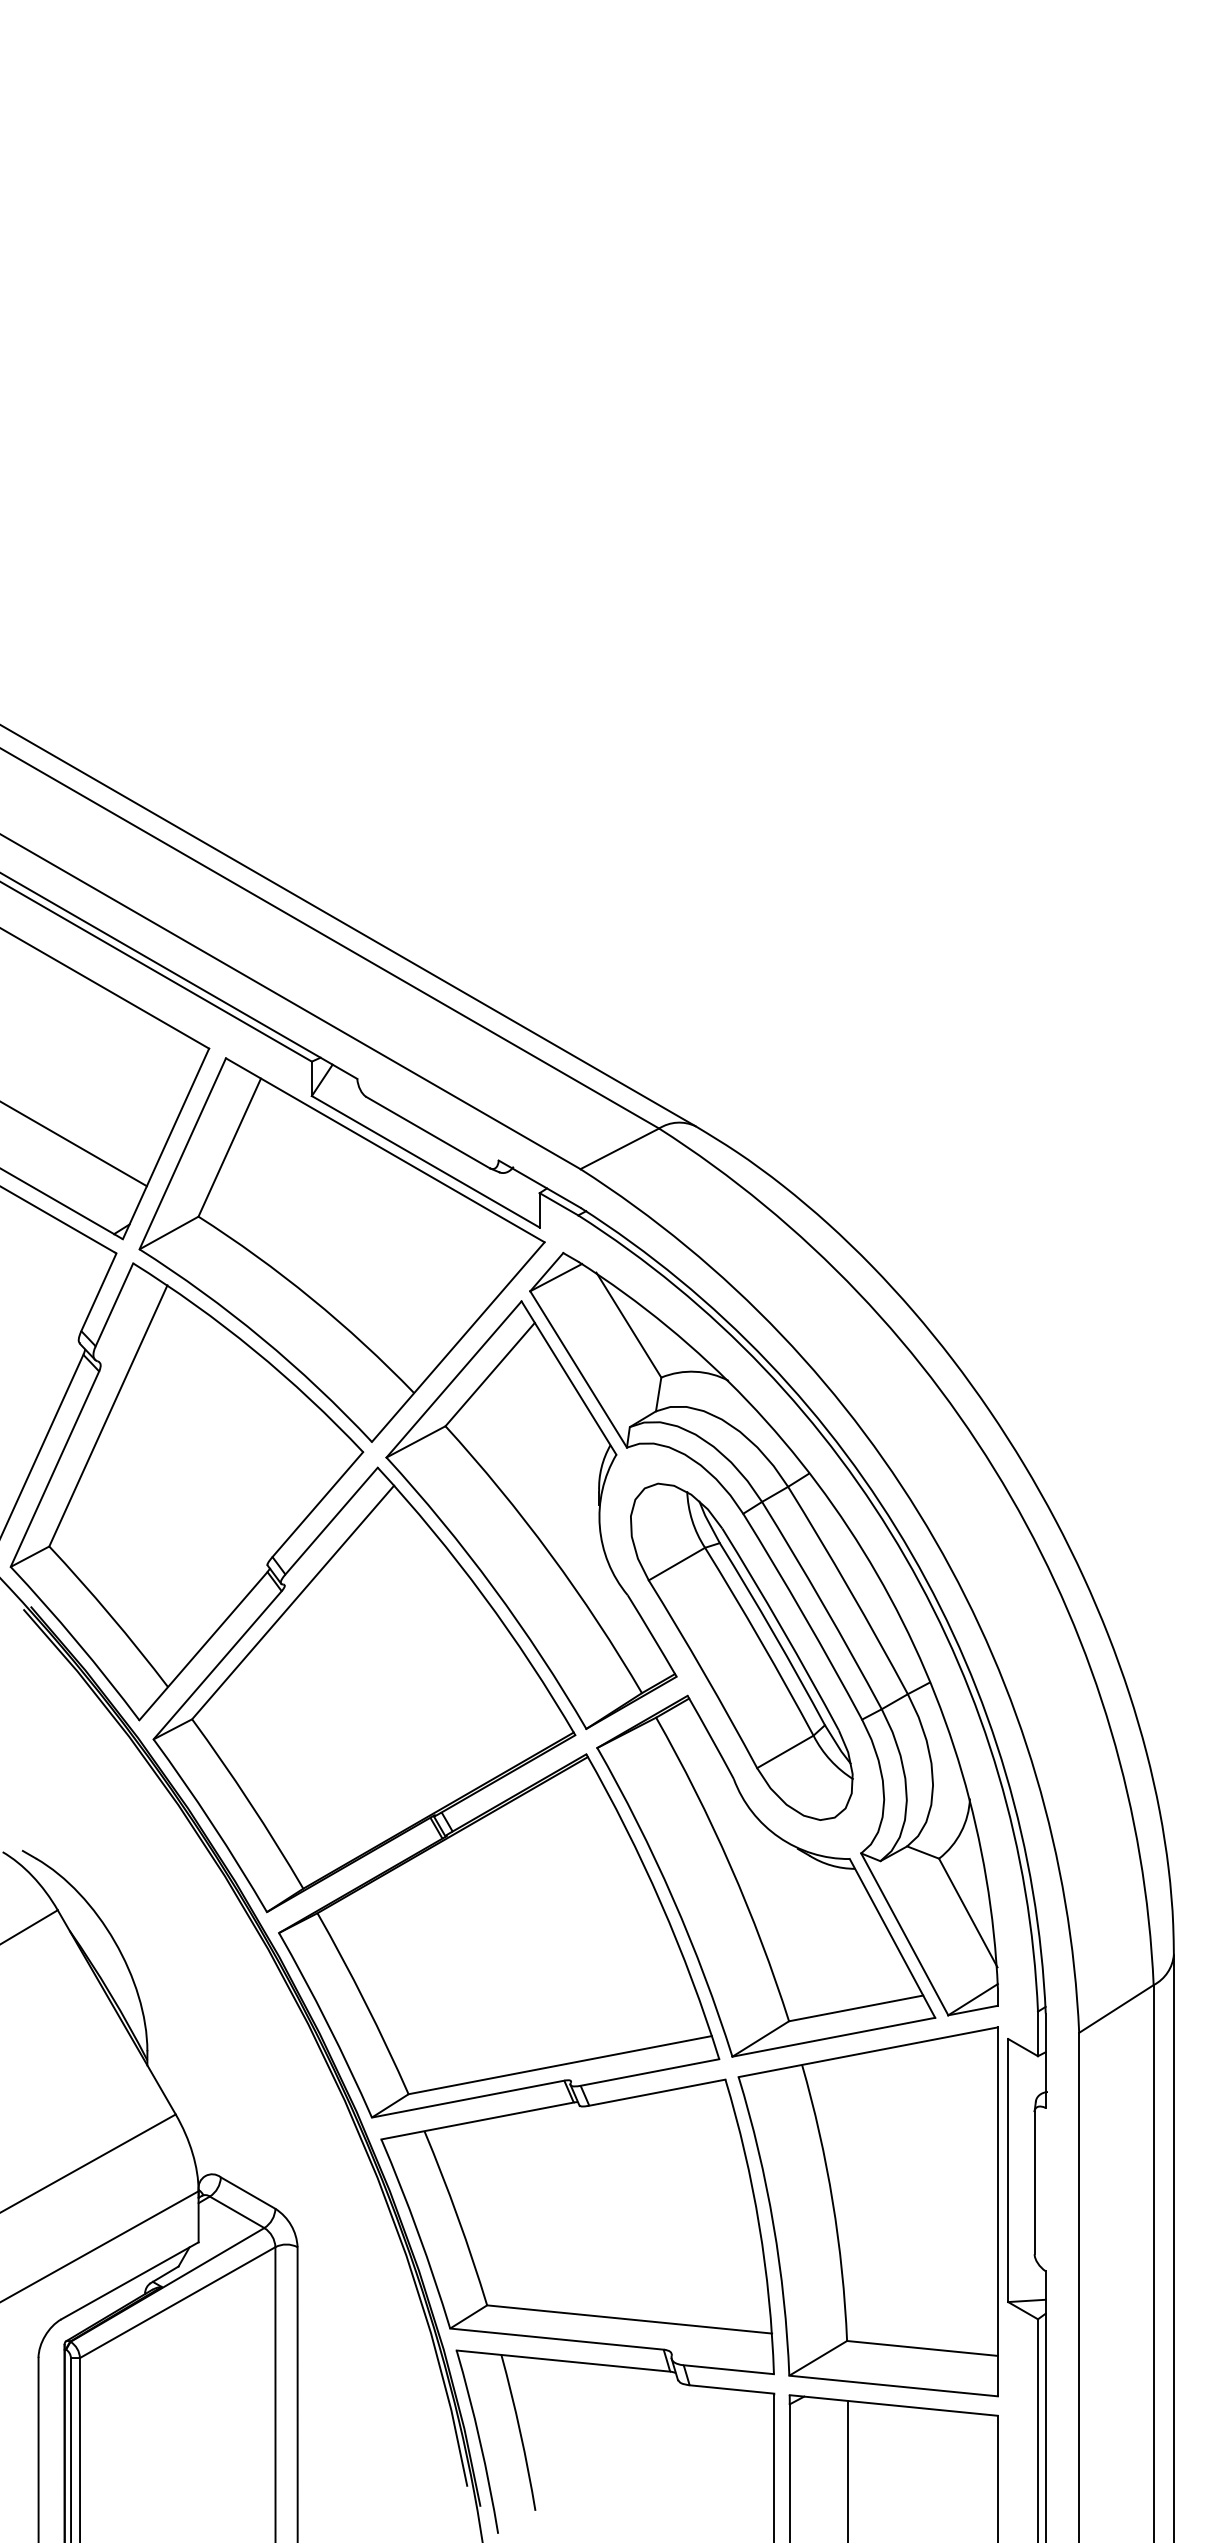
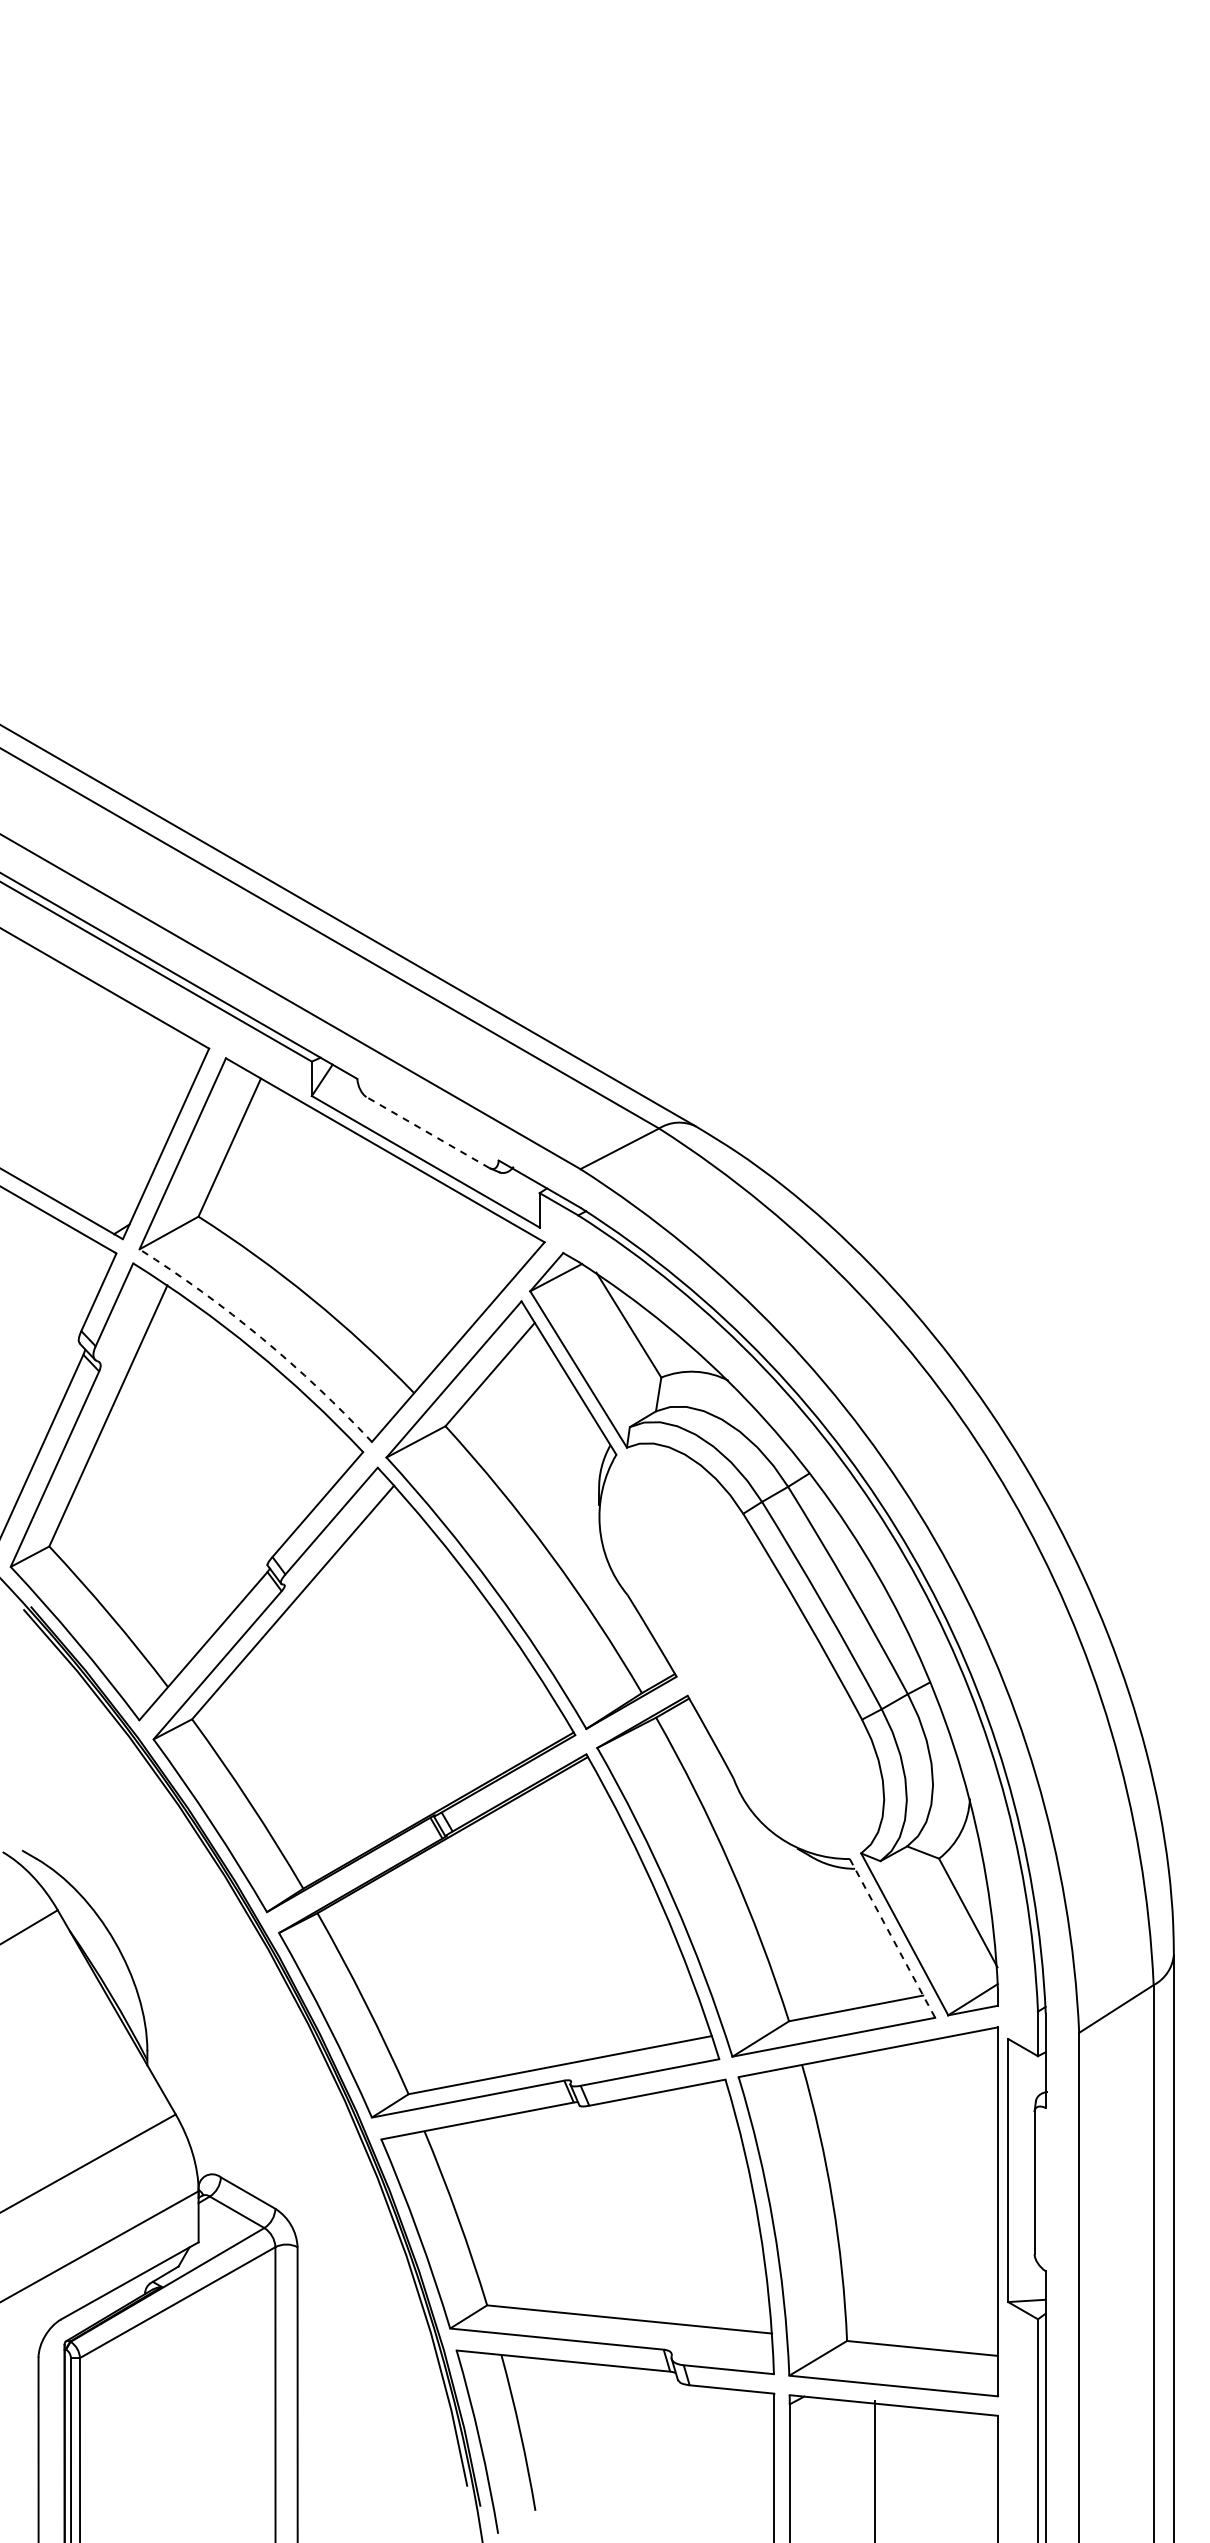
line at (427, 1132): solid -> dashed
line at (74, 1144): present -> none
arc at (261, 1338): solid -> dashed
part at (741, 1651): present -> none
line at (892, 1938): solid -> dashed
line at (847, 2469) position: (847, 2469) -> (874, 2469)
